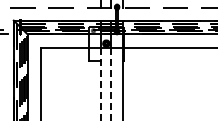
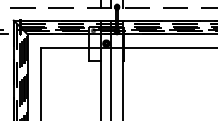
line at (100, 84): dashed -> solid
line at (111, 84): dashed -> solid
